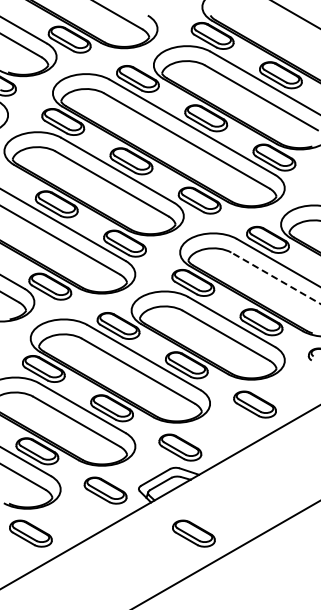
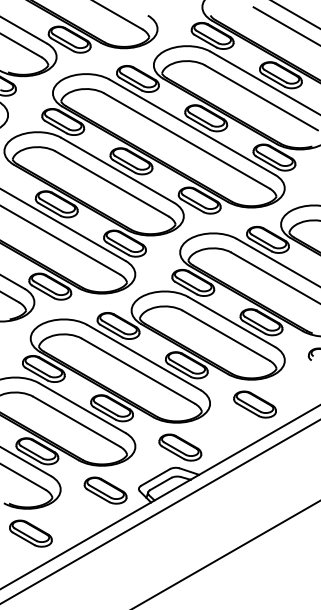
line at (285, 25): none -> present
line at (276, 278): dashed -> solid
line at (159, 512): none -> present
part at (193, 533): present -> none
